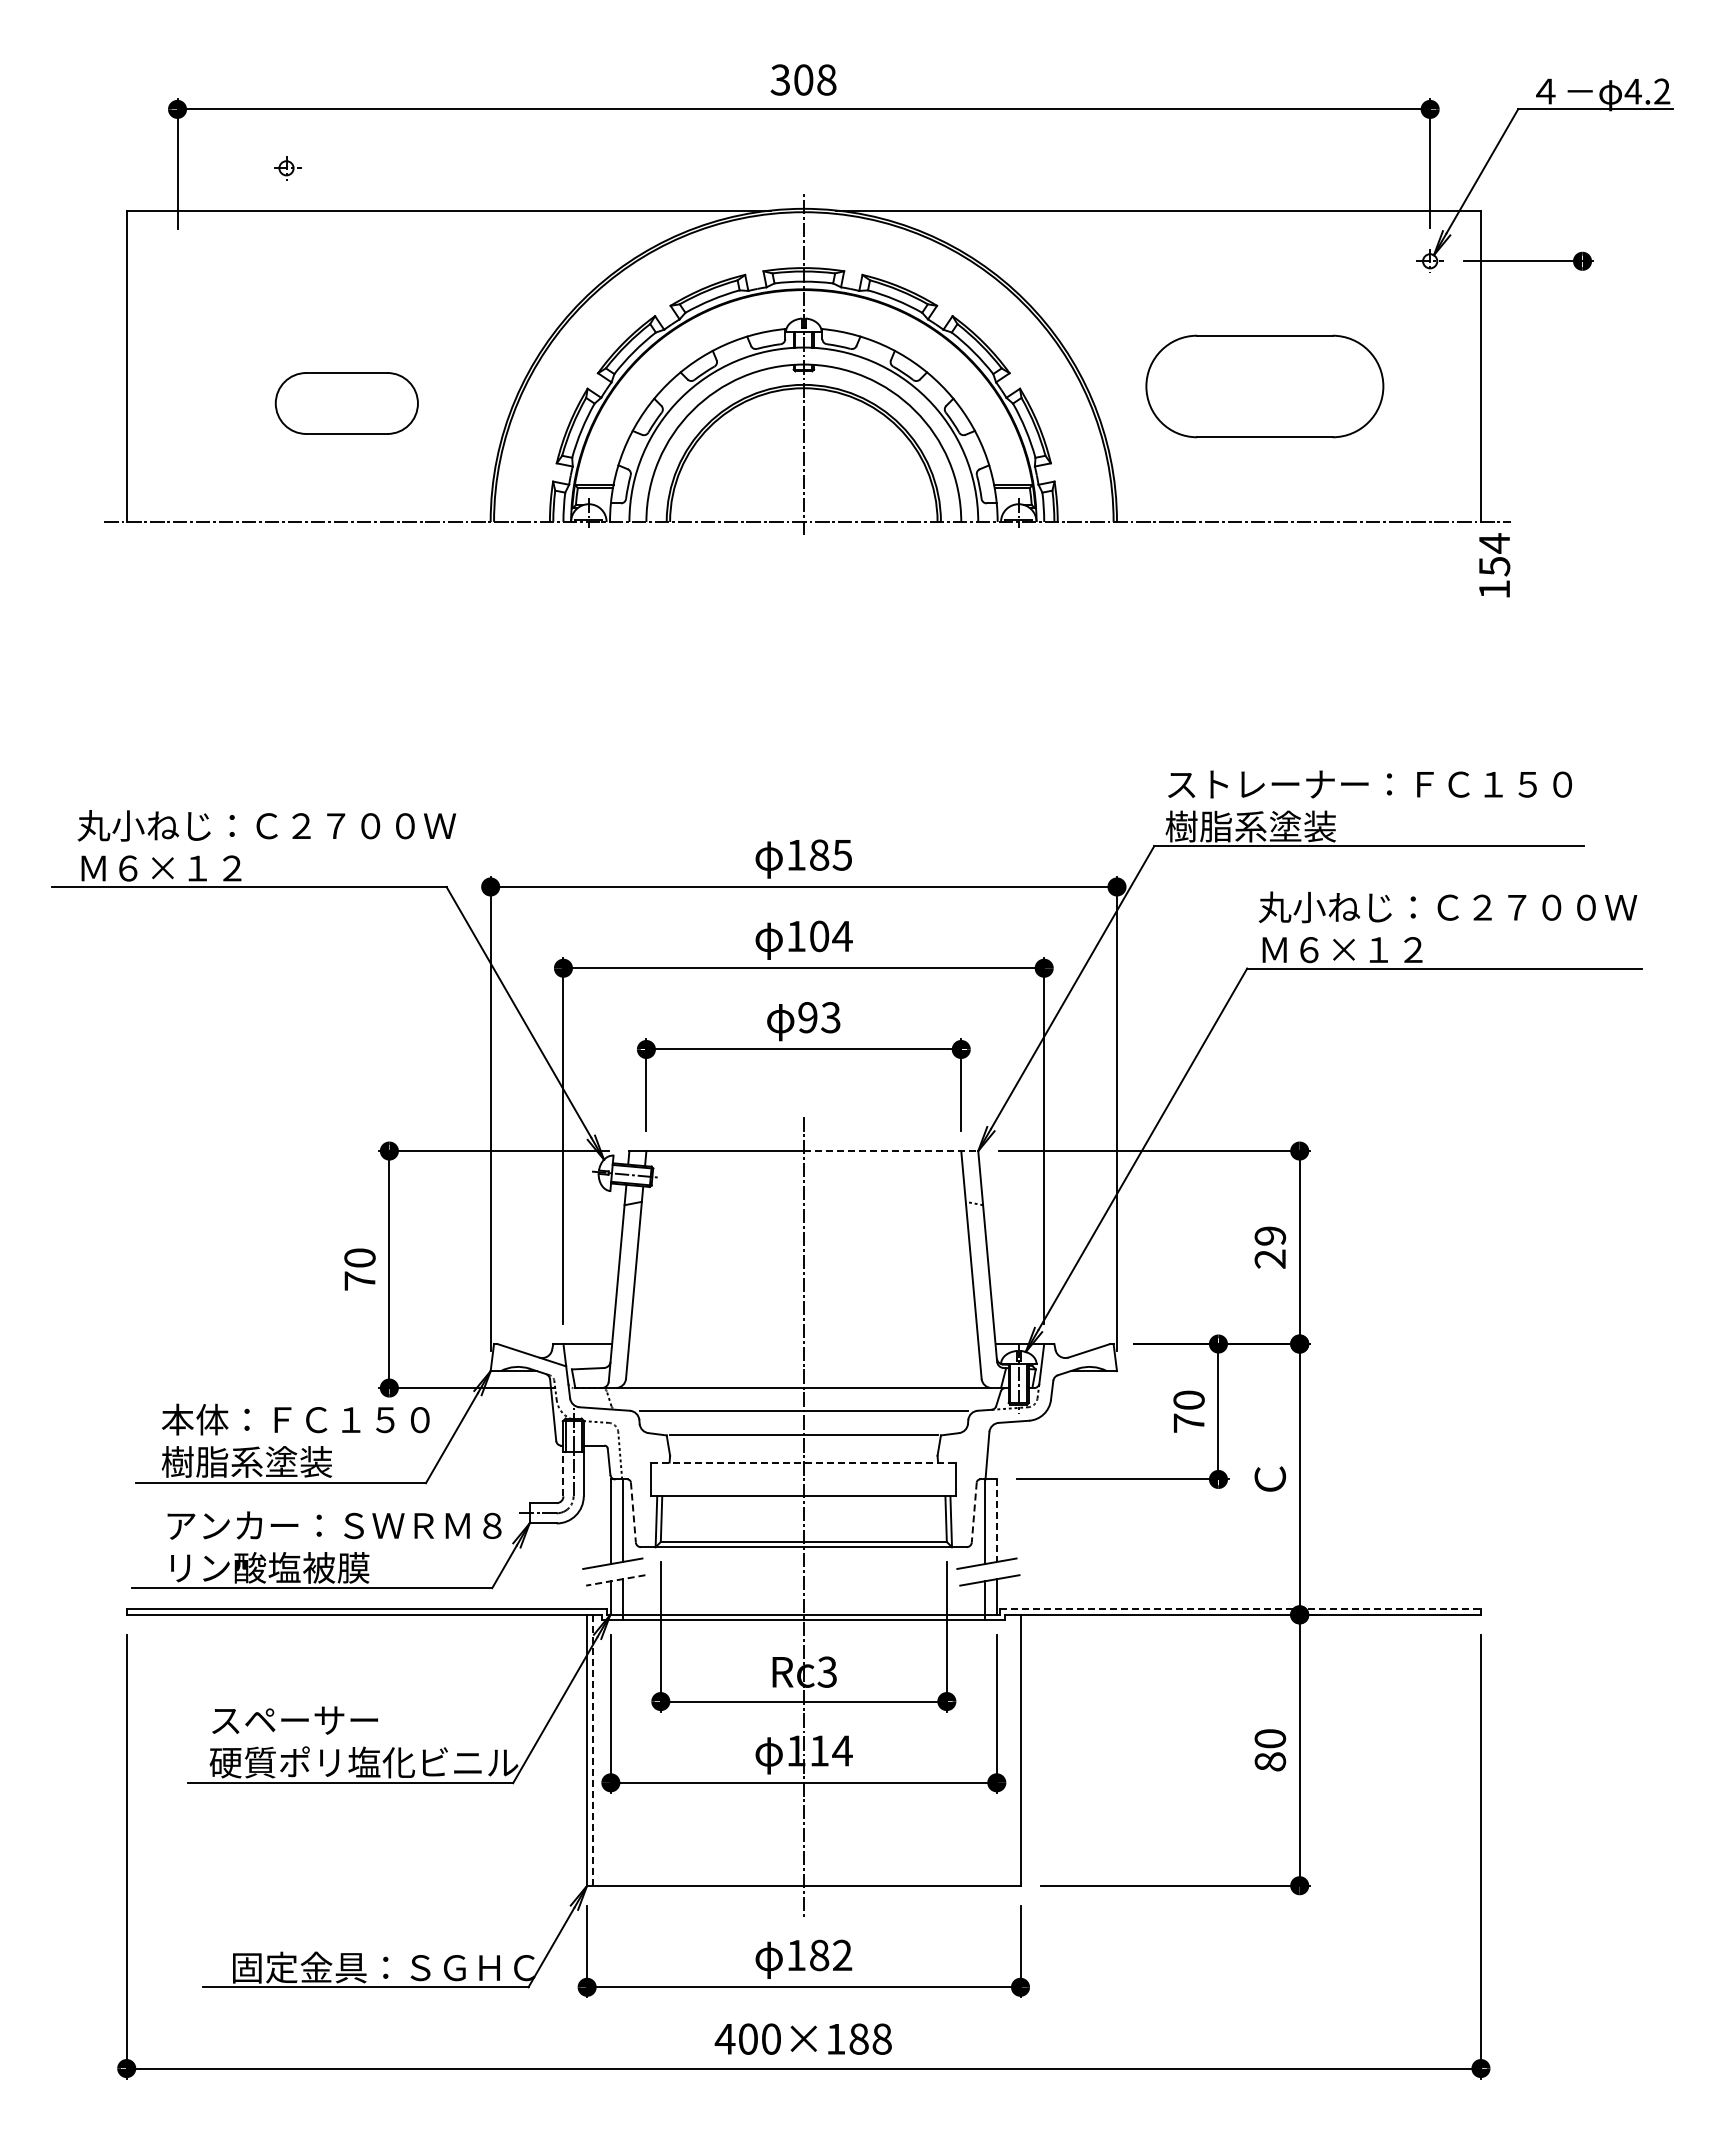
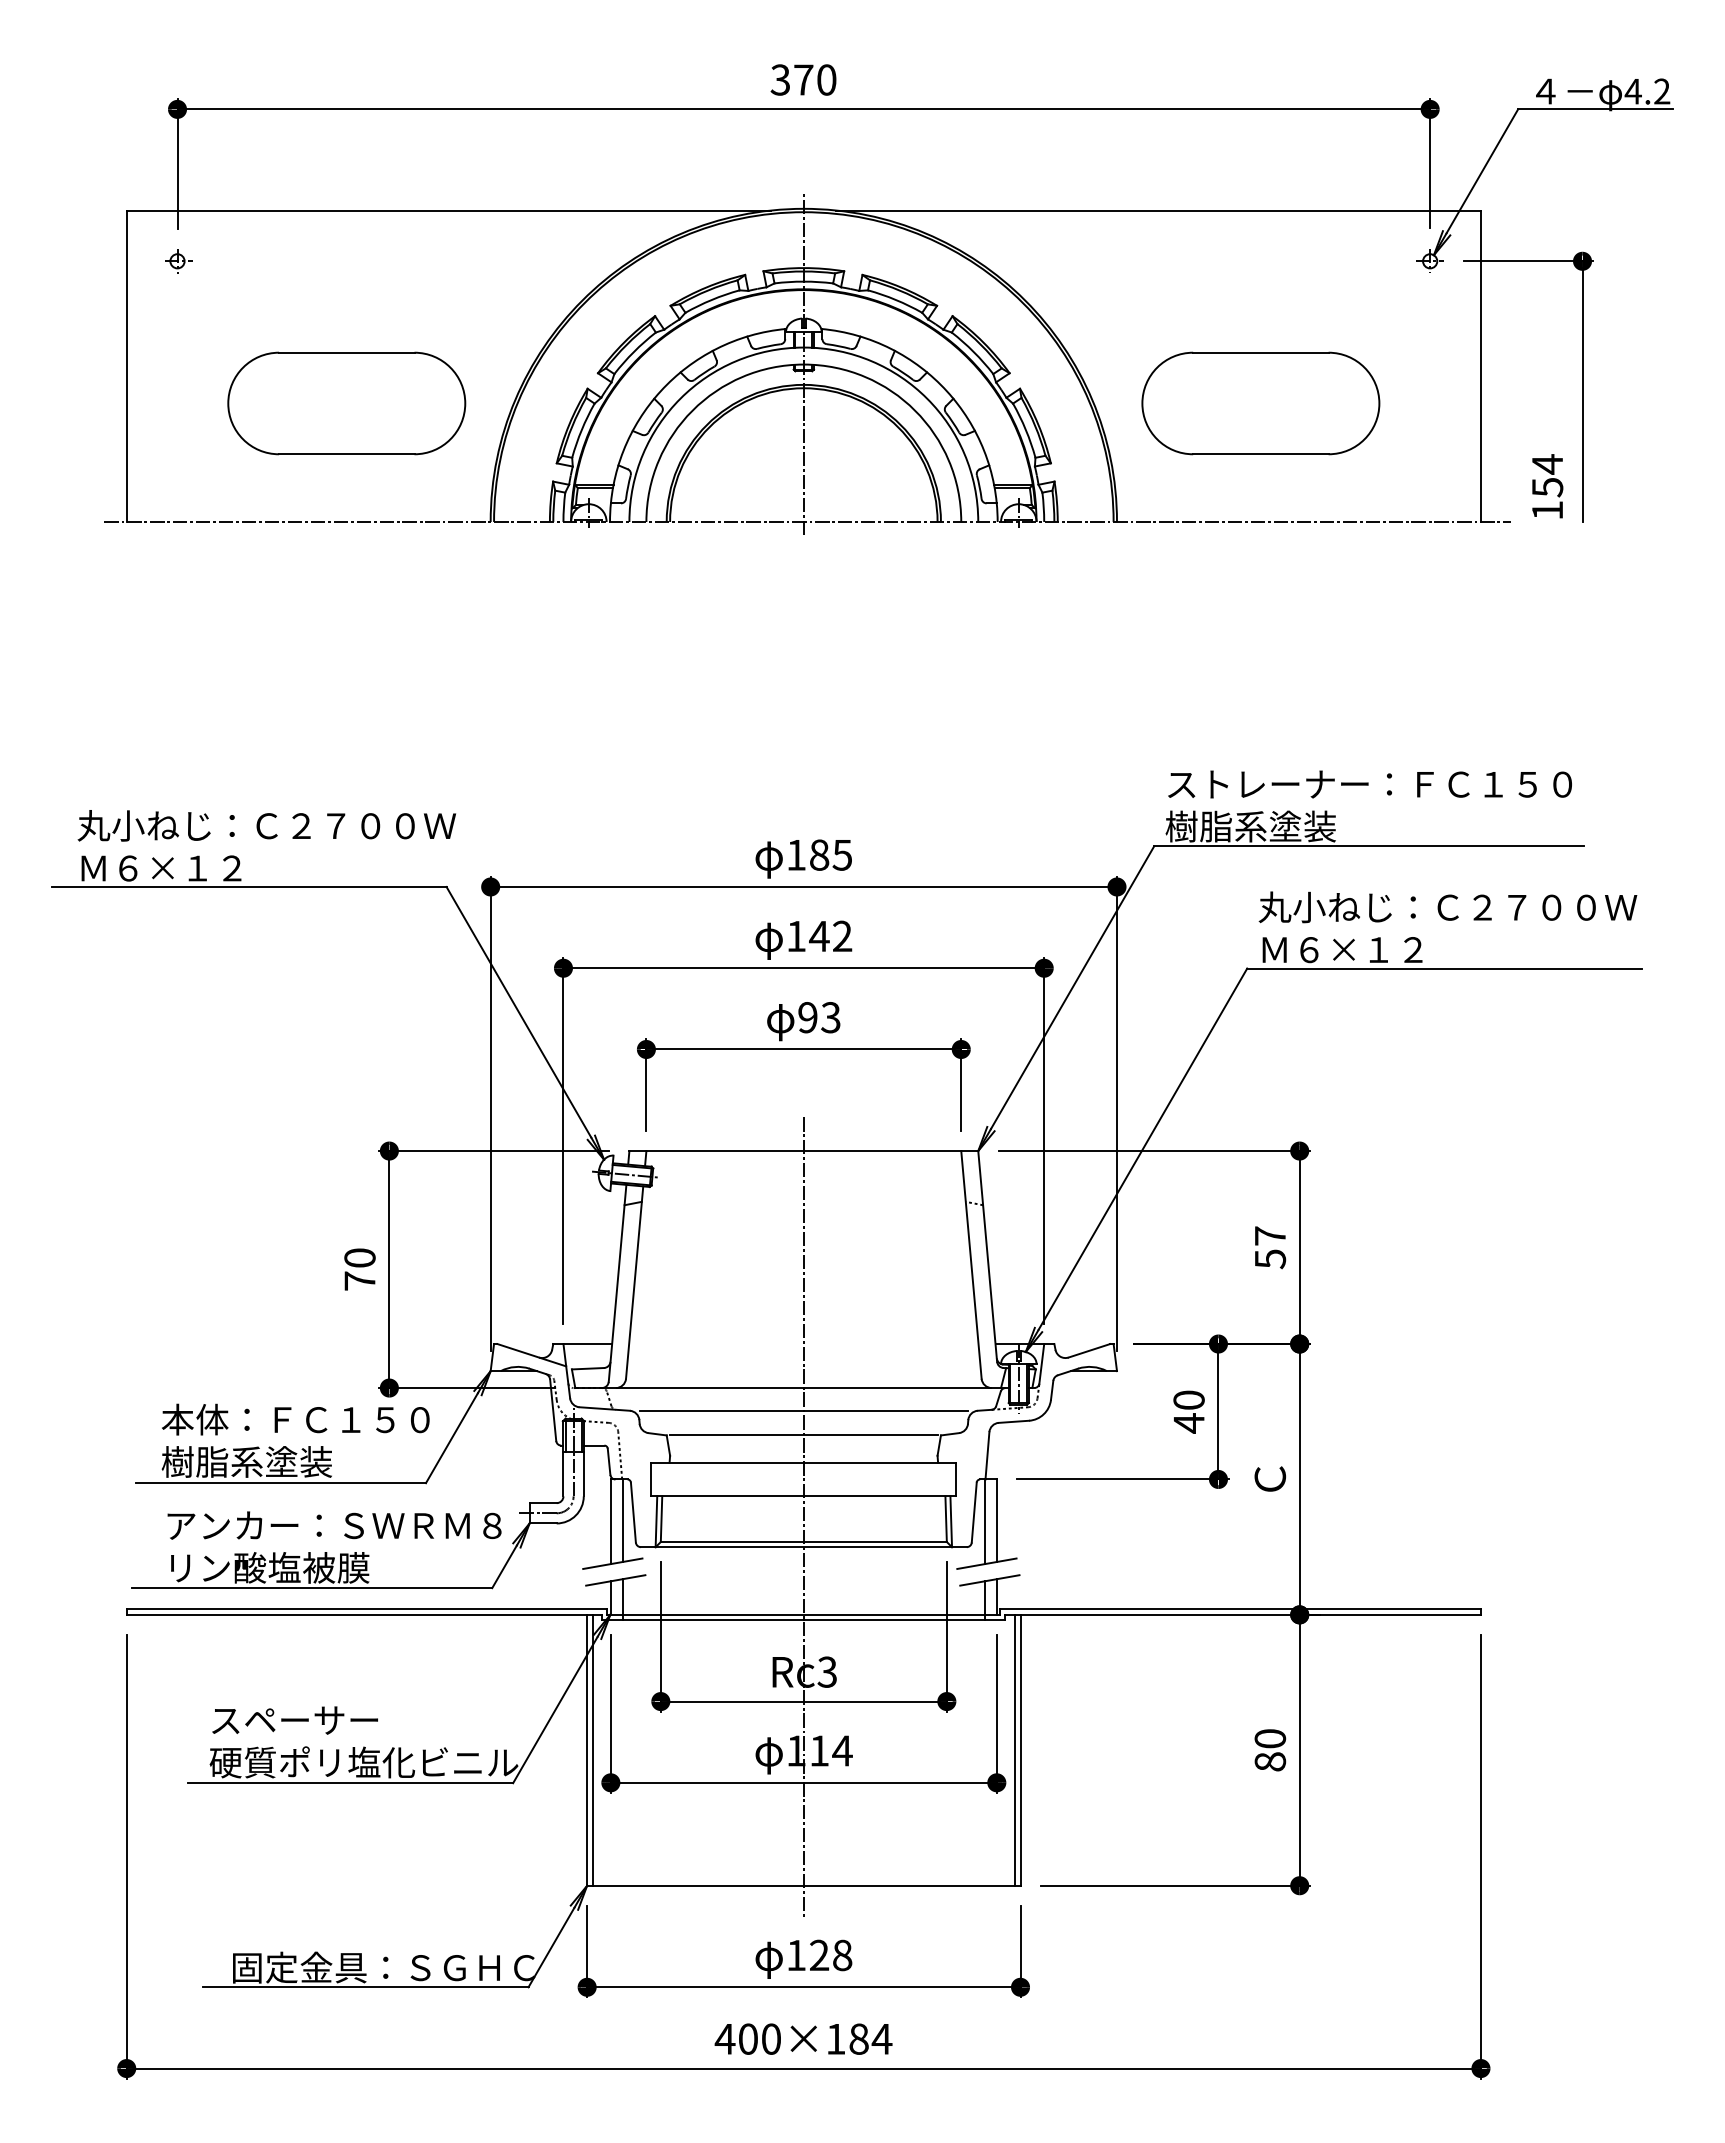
text at (815, 79): 308 -> 370
part at (287, 168) position: (287, 168) -> (178, 261)
part at (1264, 386) position: (1264, 386) -> (1260, 403)
line at (1582, 391): none -> present
part at (346, 403) size: 145x63 px -> 240x105 px
text at (1494, 565) position: (1494, 565) -> (1547, 486)
text at (830, 936): 104 -> 142
line at (891, 1151): dashed -> solid
text at (1270, 1247): 29 -> 57
text at (1188, 1423): 70 -> 40
line at (804, 1462): dashed -> solid
line at (563, 1473): dashed -> solid
line at (633, 1513): dashed -> solid
line at (974, 1513): dashed -> solid
line at (996, 1521): dashed -> solid
line at (615, 1580): dashed -> solid
line at (1240, 1609): dashed -> solid
line at (1015, 1749): none -> present
line at (592, 1750): dashed -> solid
text at (831, 1955): 182 -> 128
text at (881, 2038): 400×188 -> 400×184
